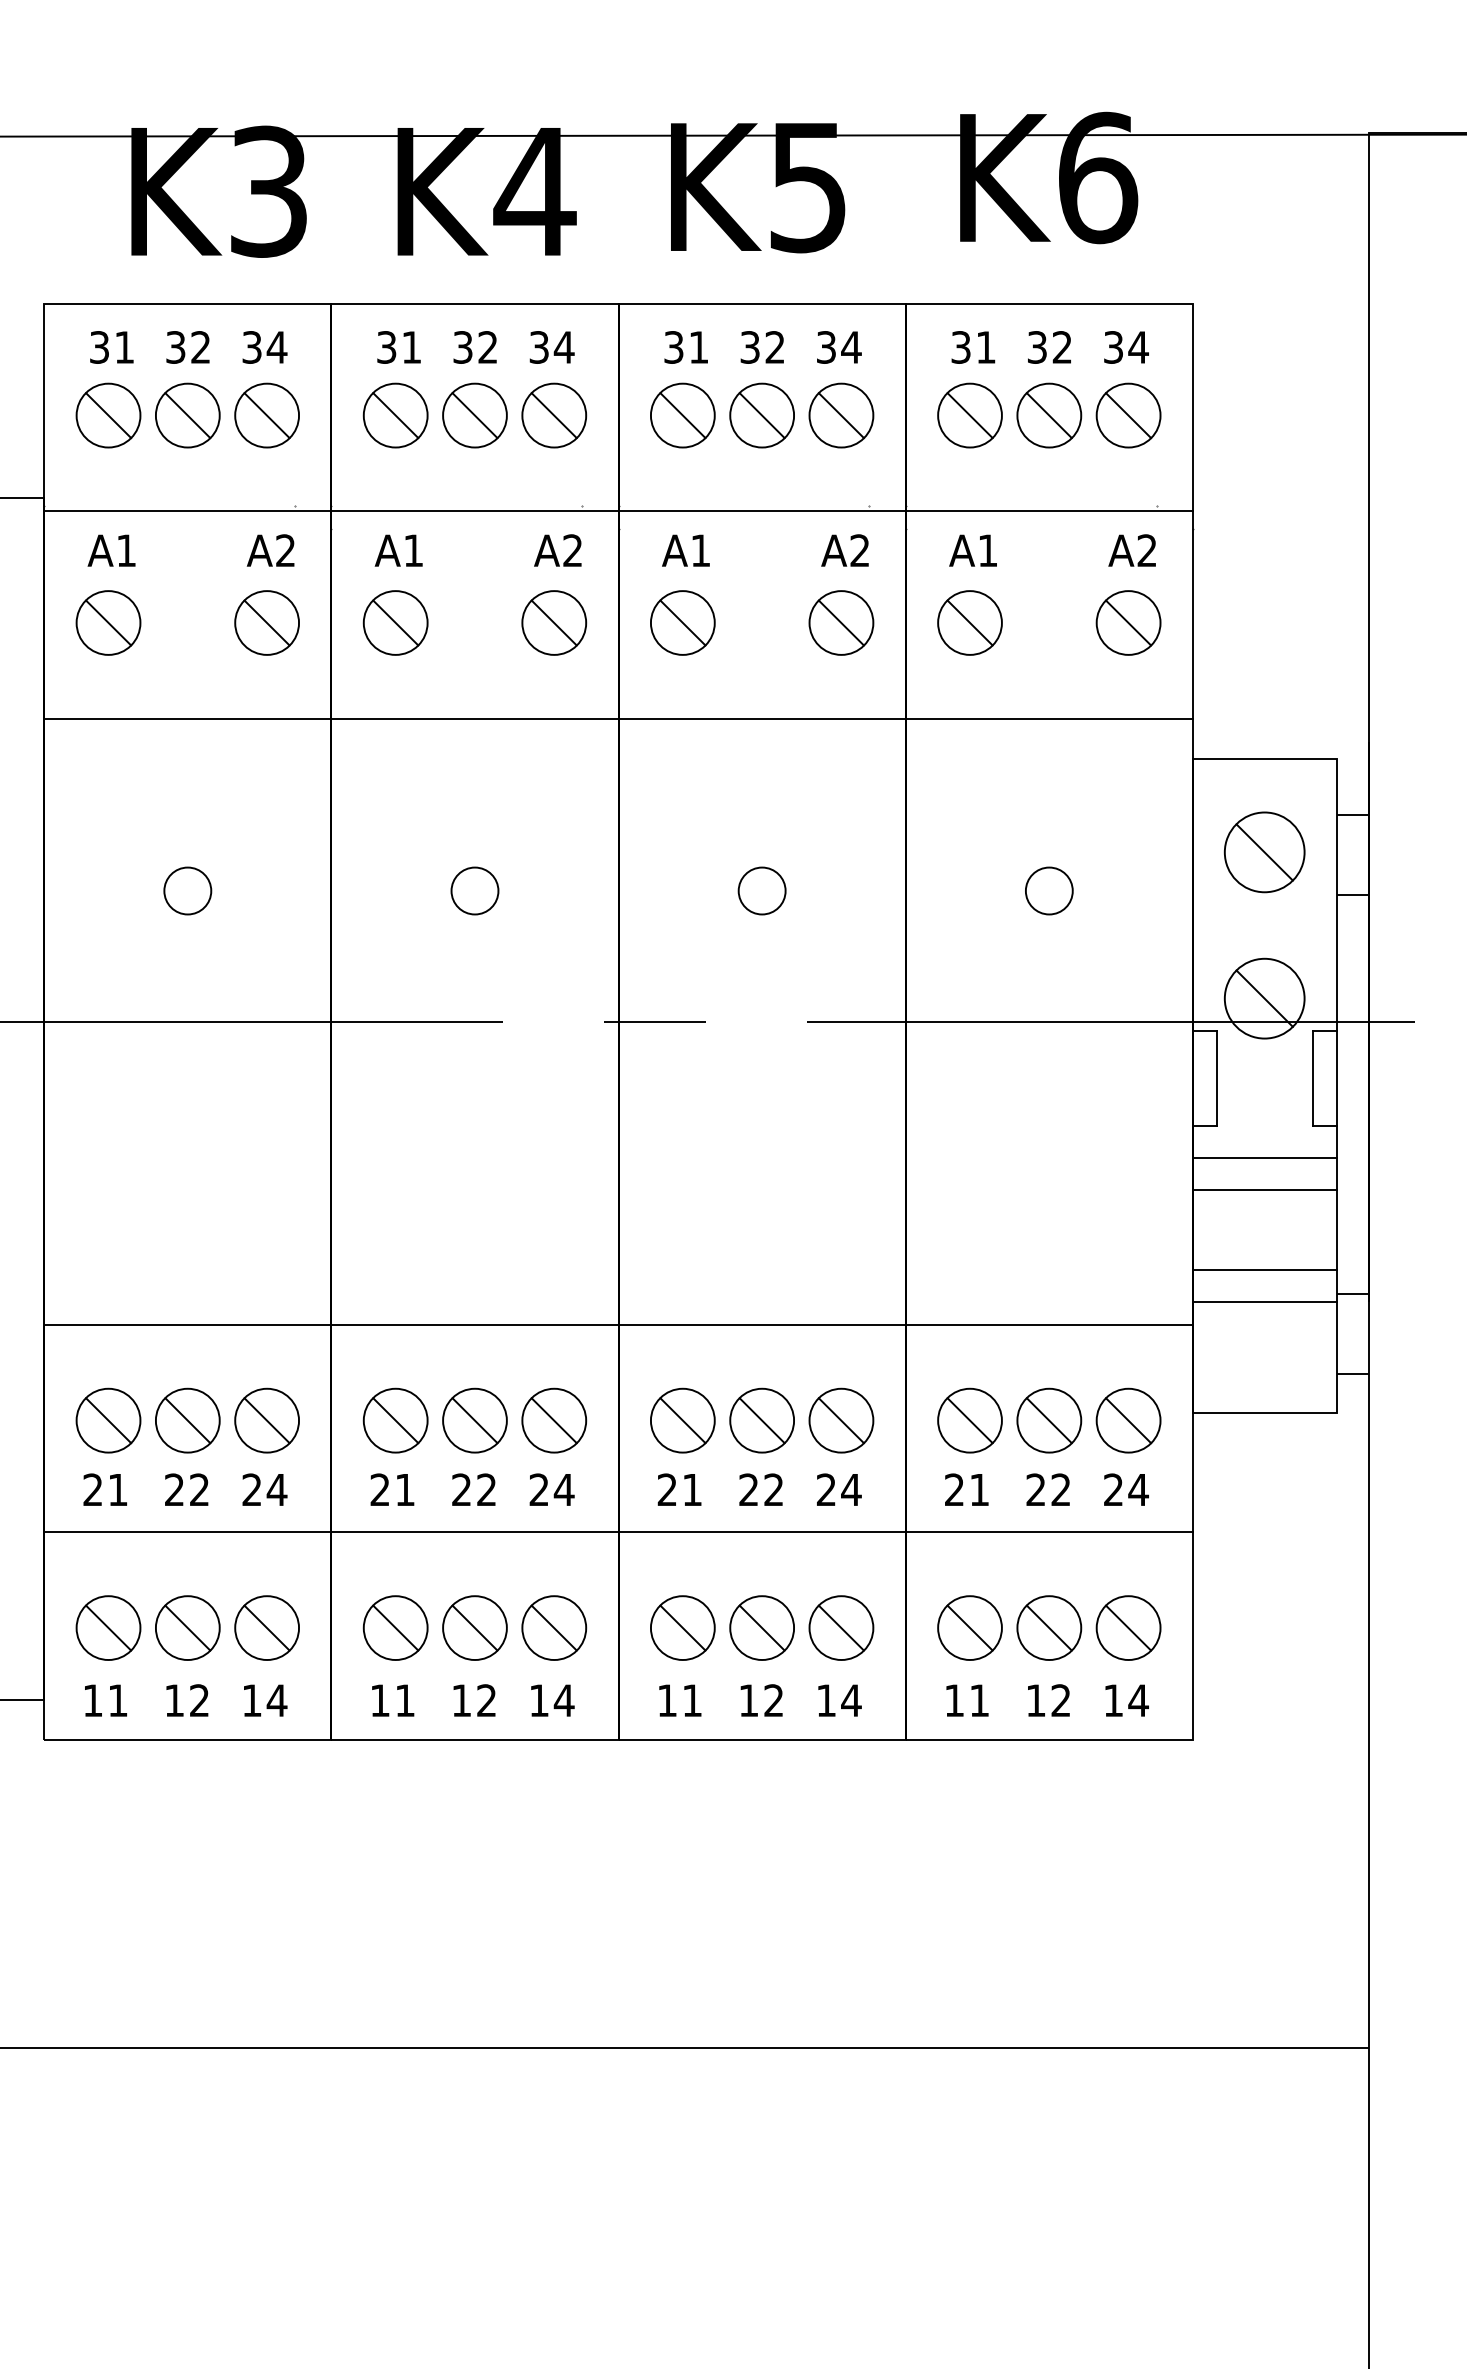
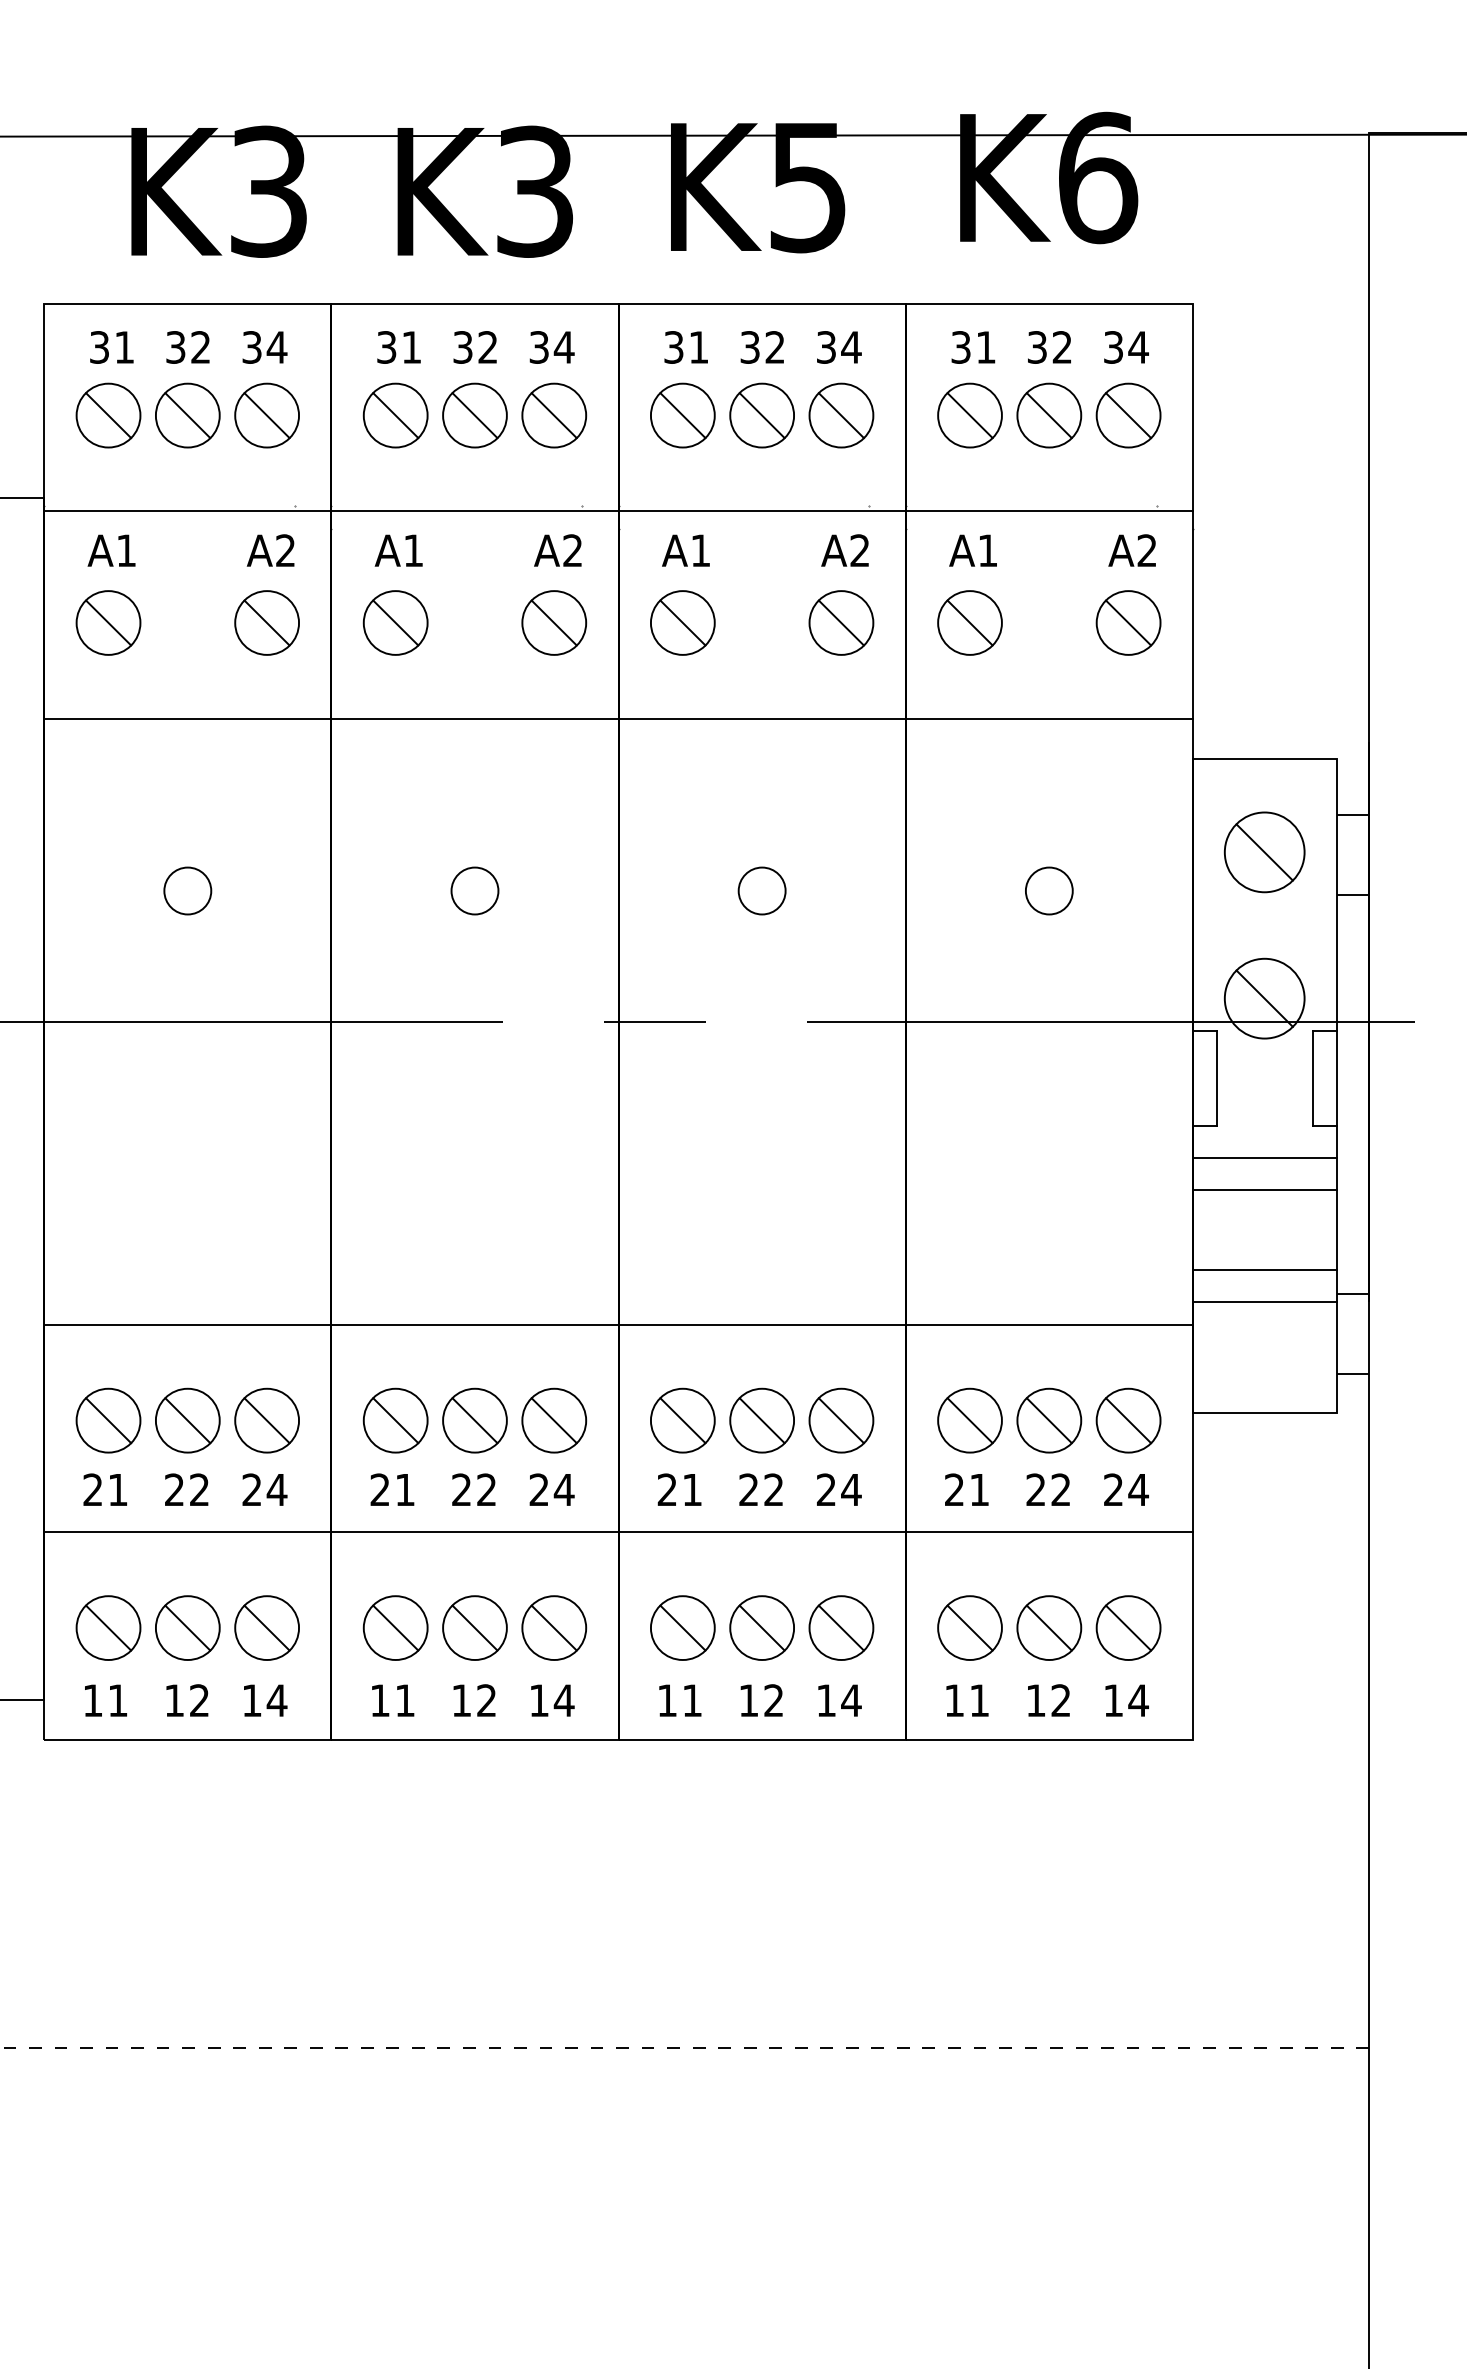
text at (534, 191): K4 -> K3
line at (684, 2048): solid -> dashed
